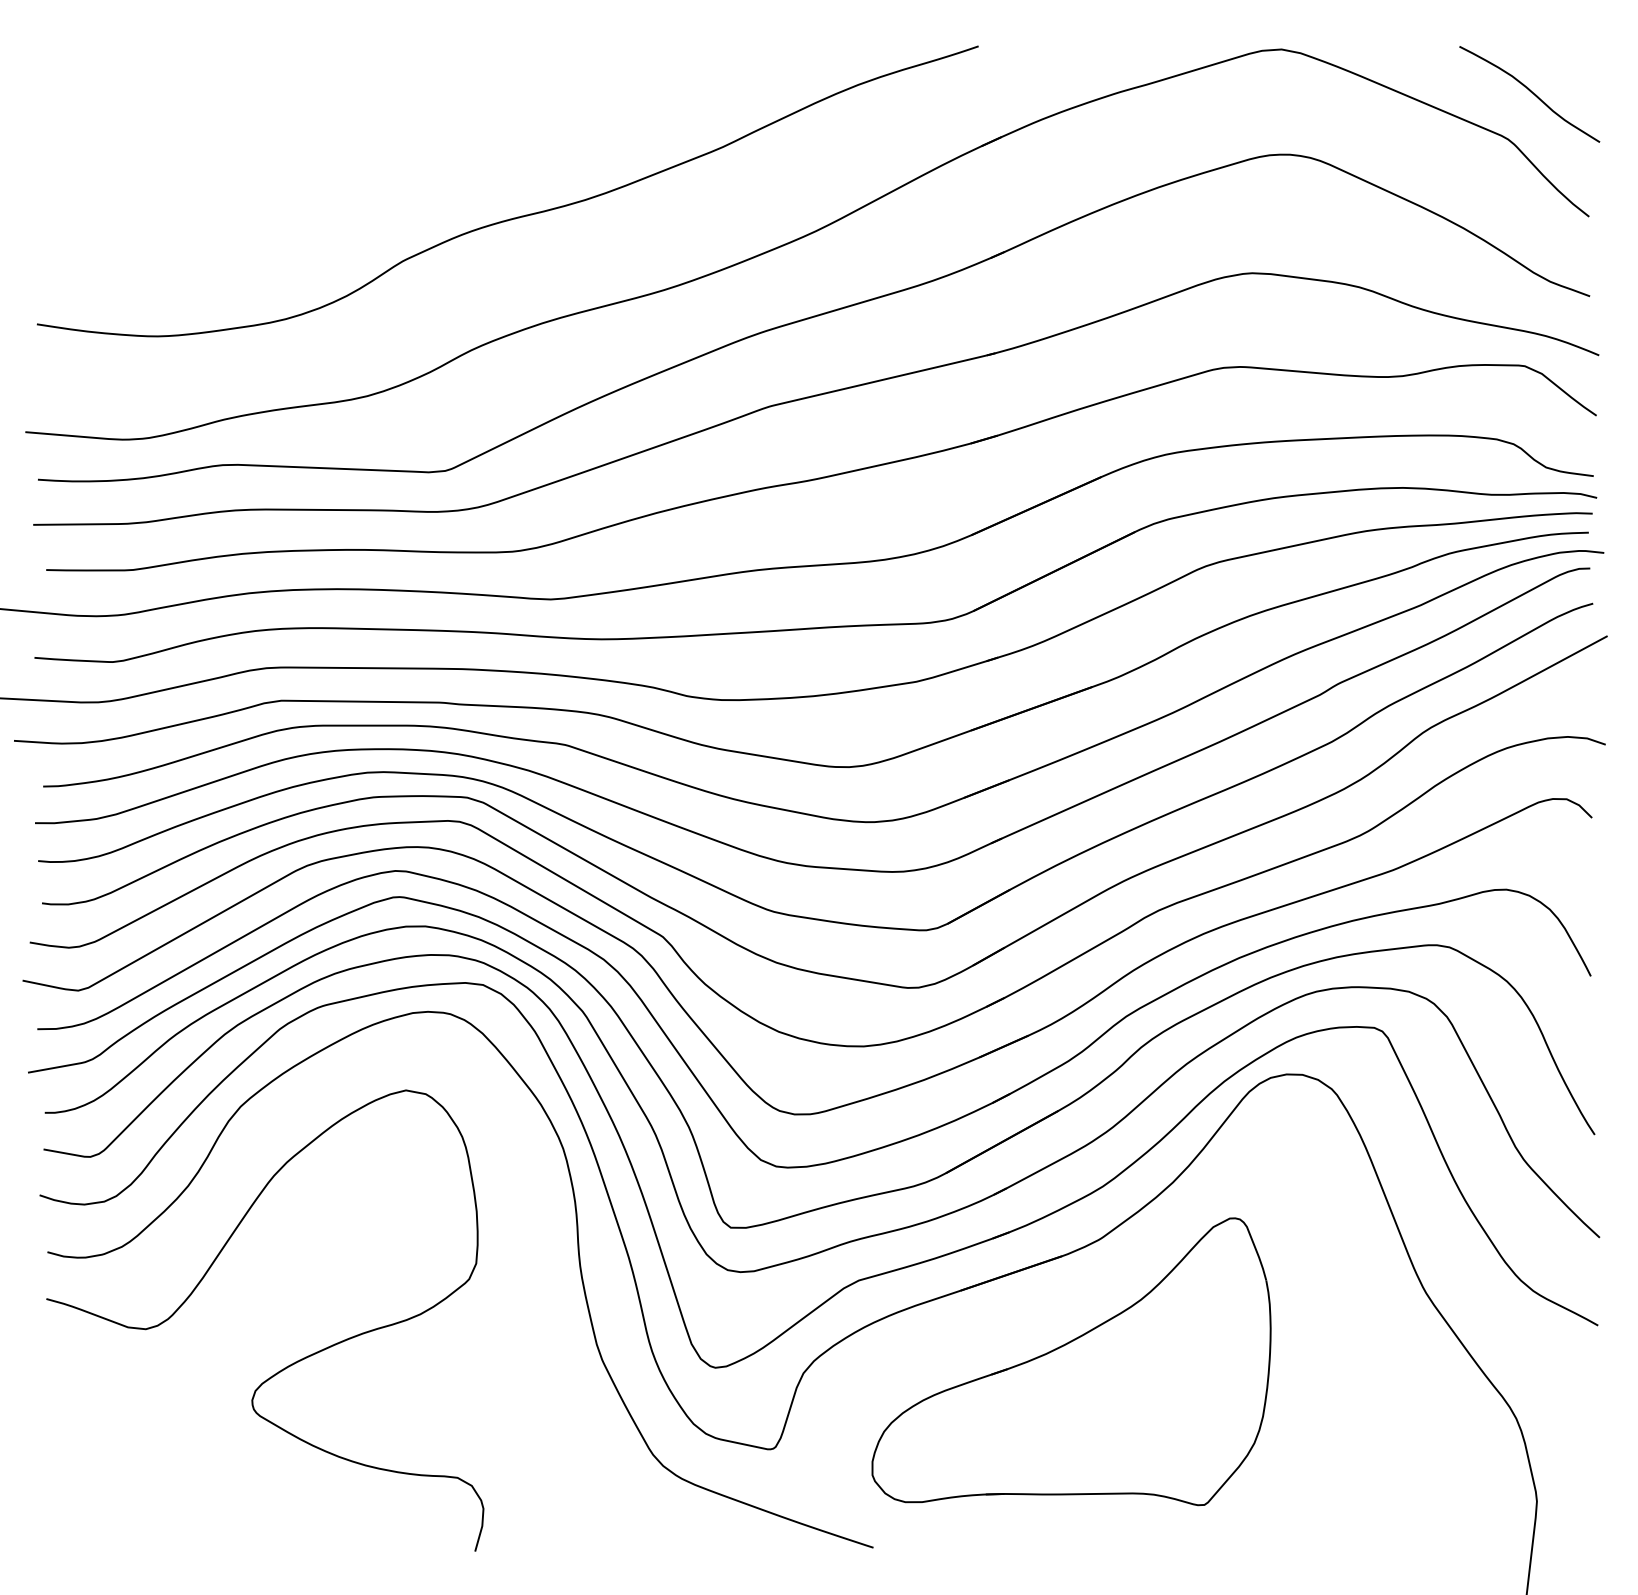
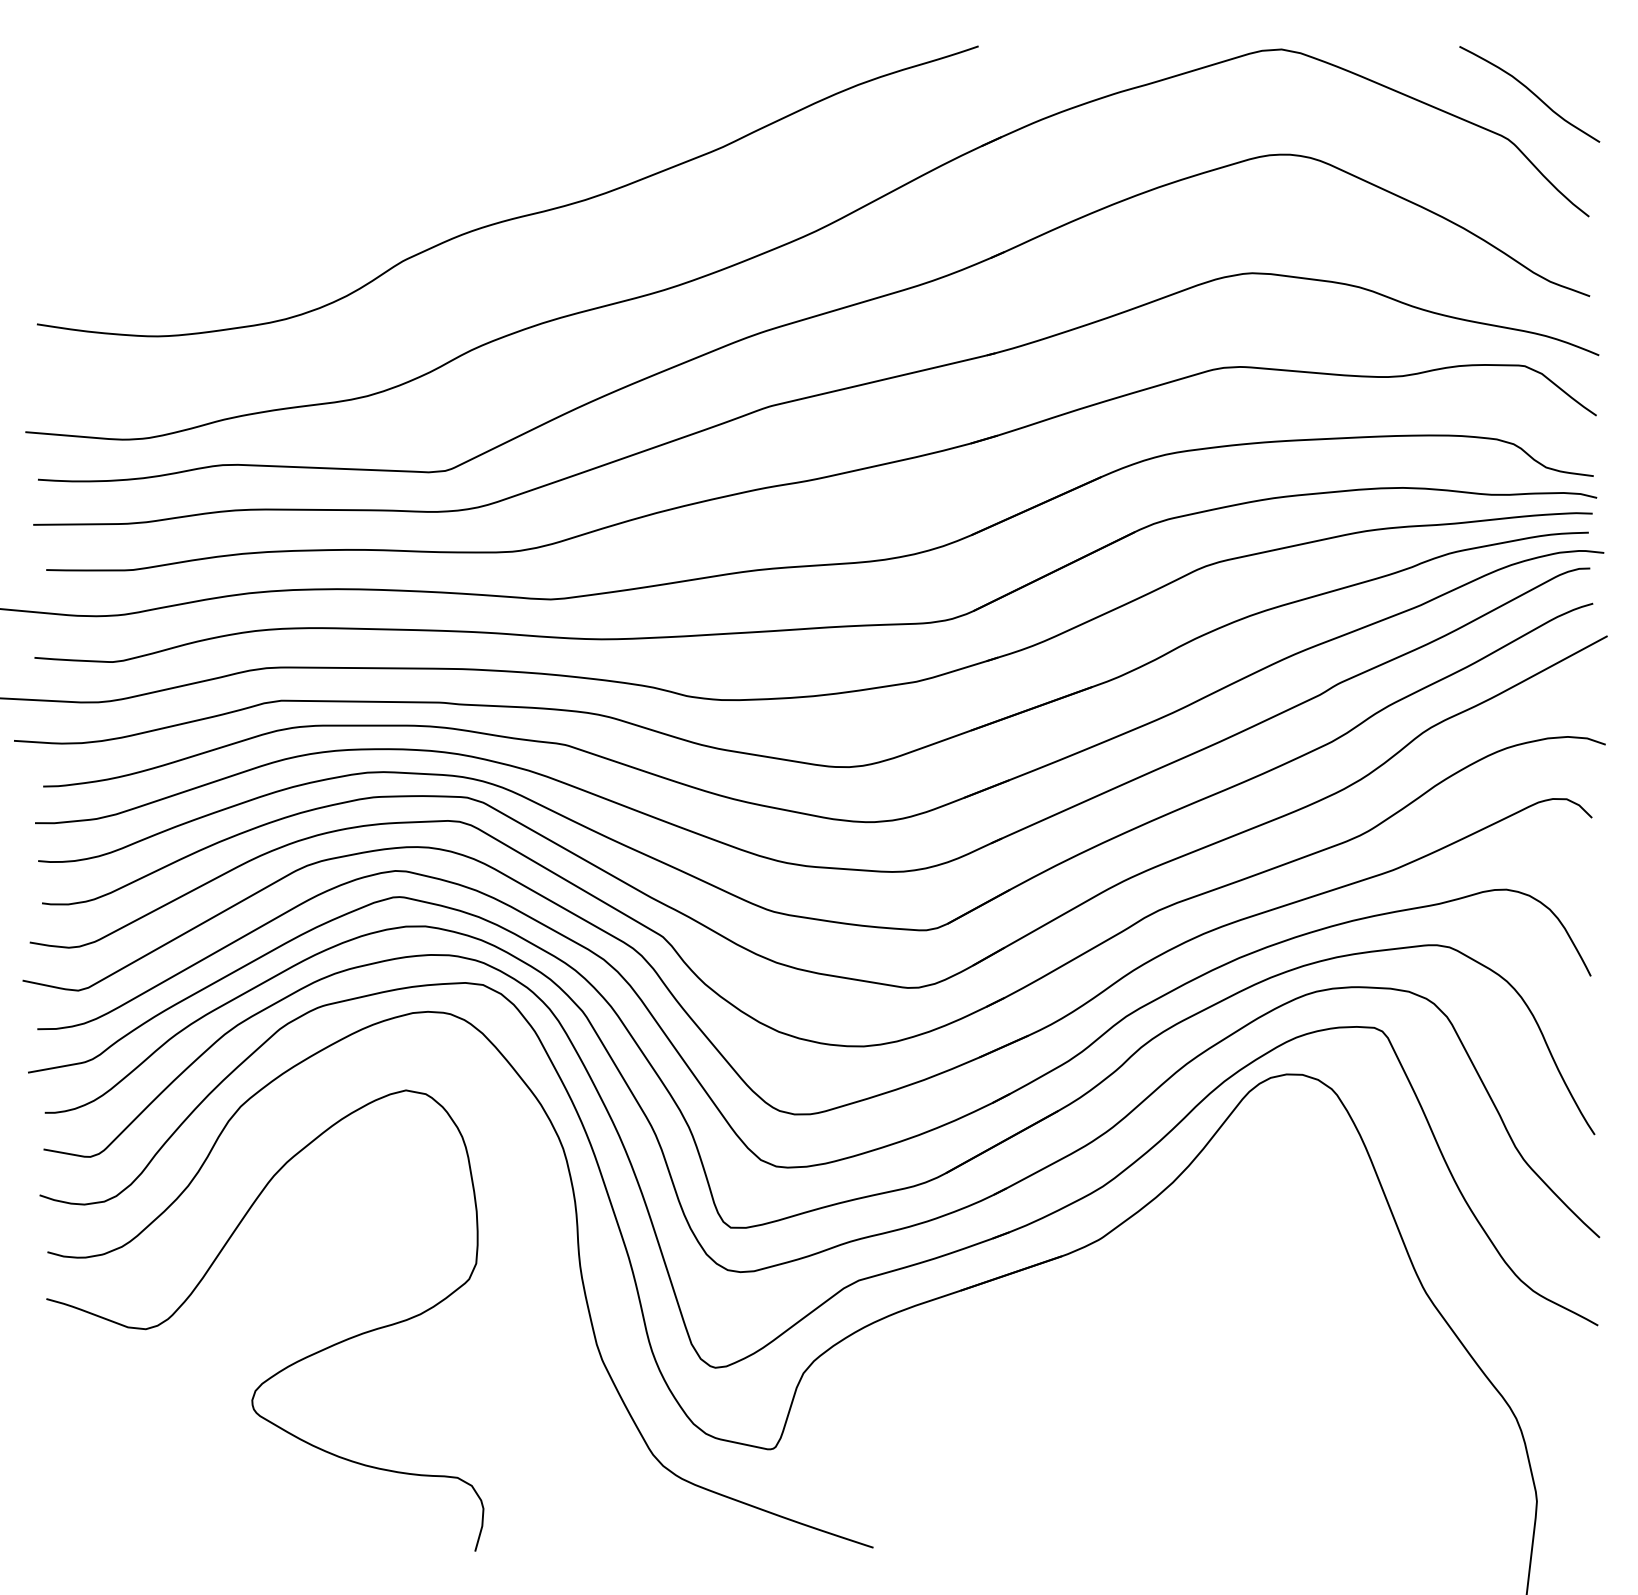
part at (1071, 1361): present -> none
